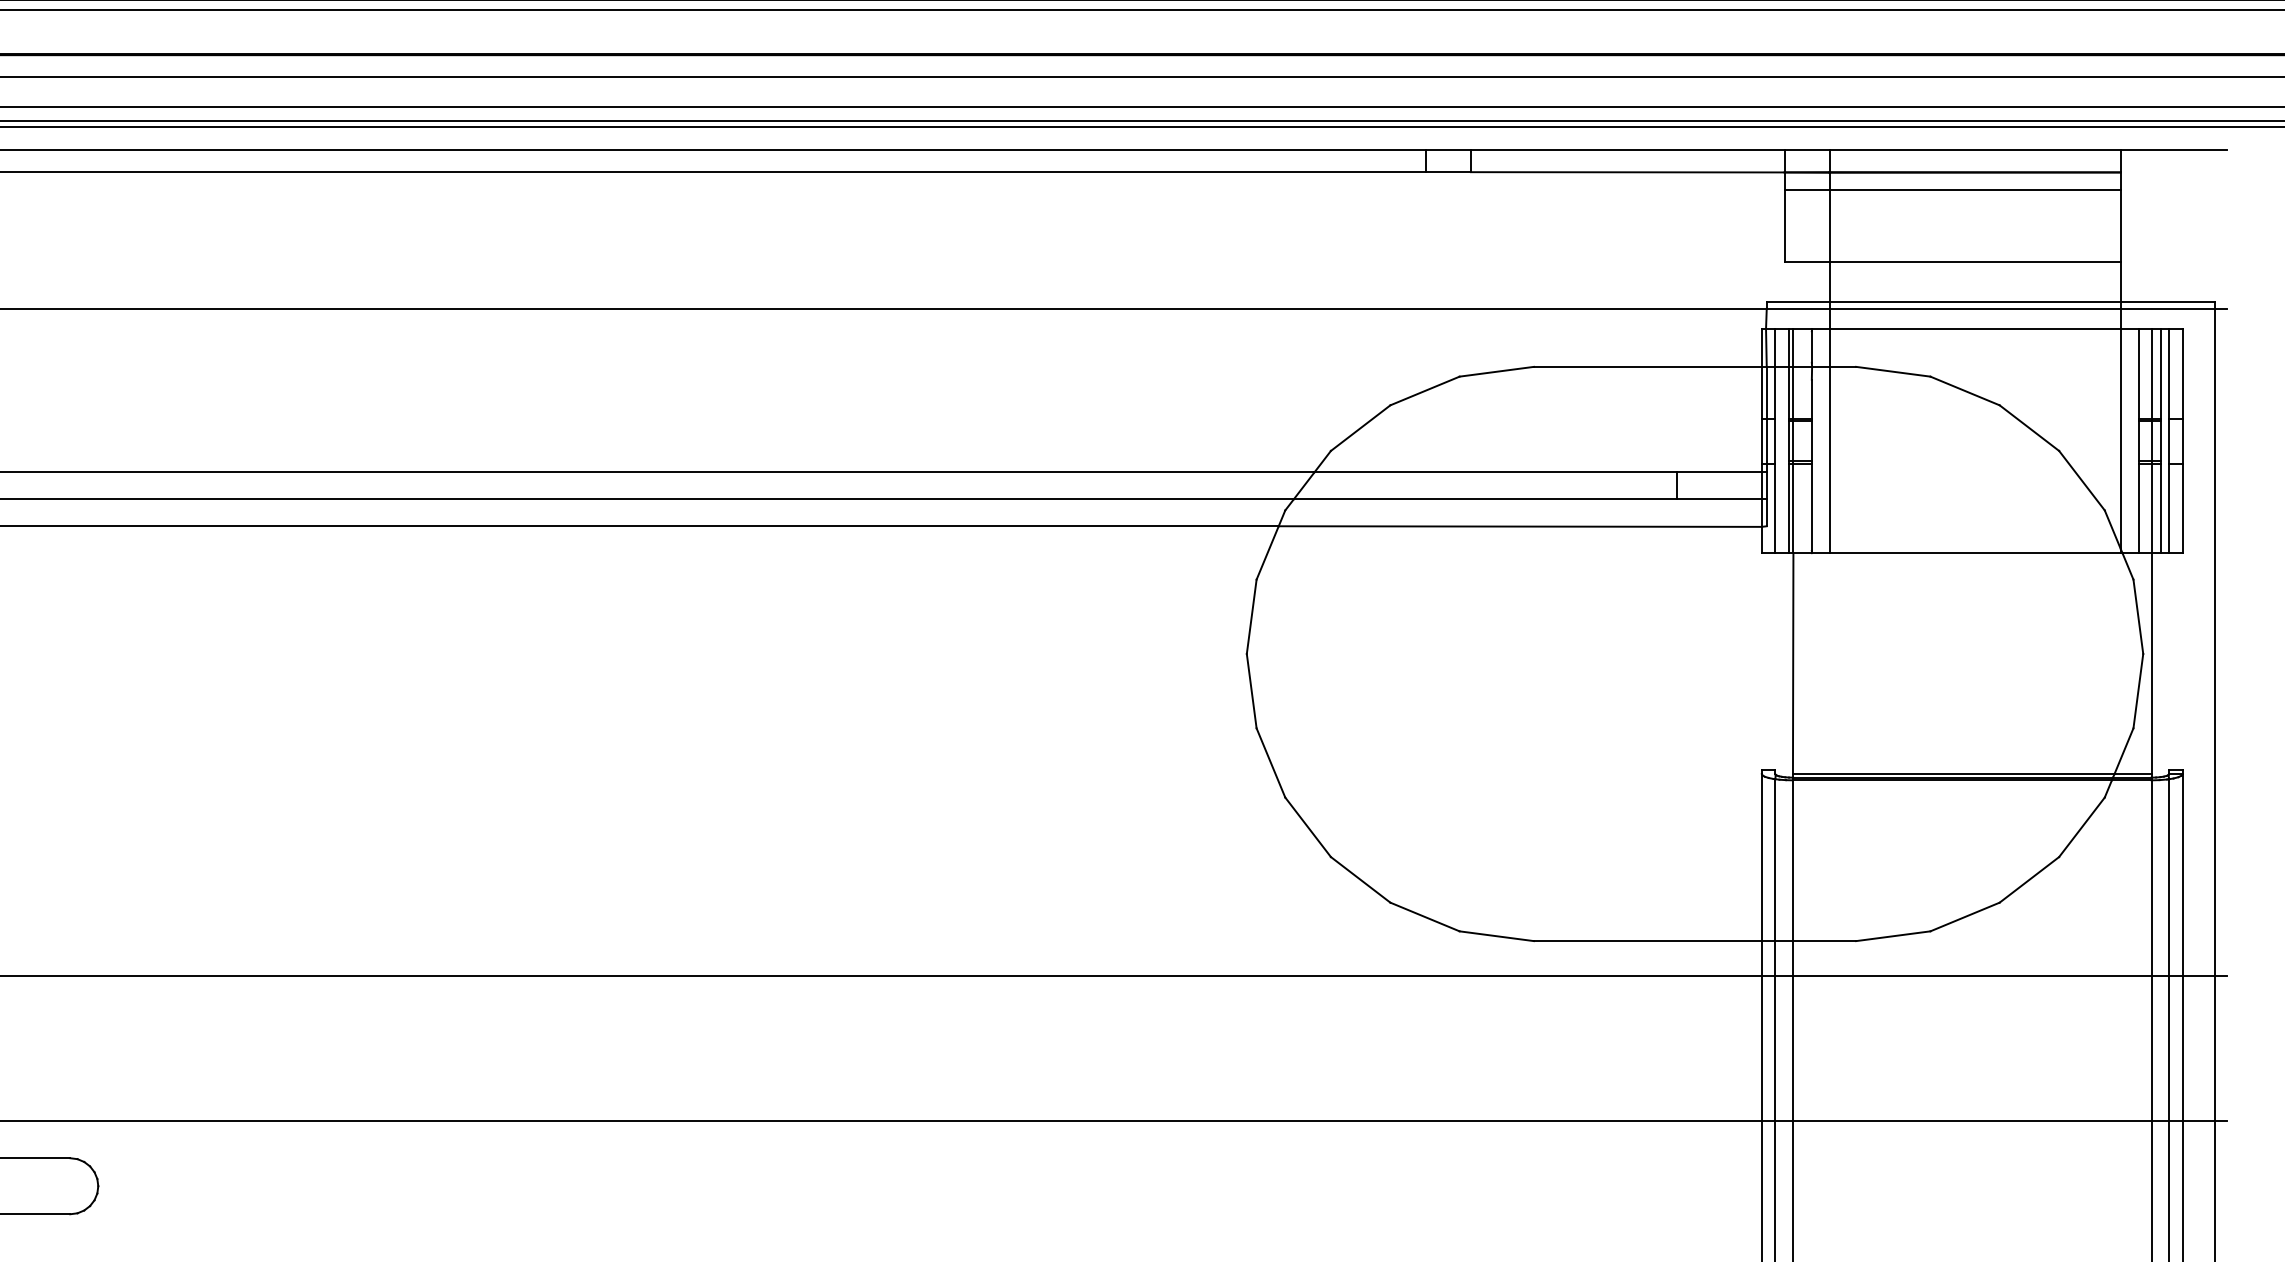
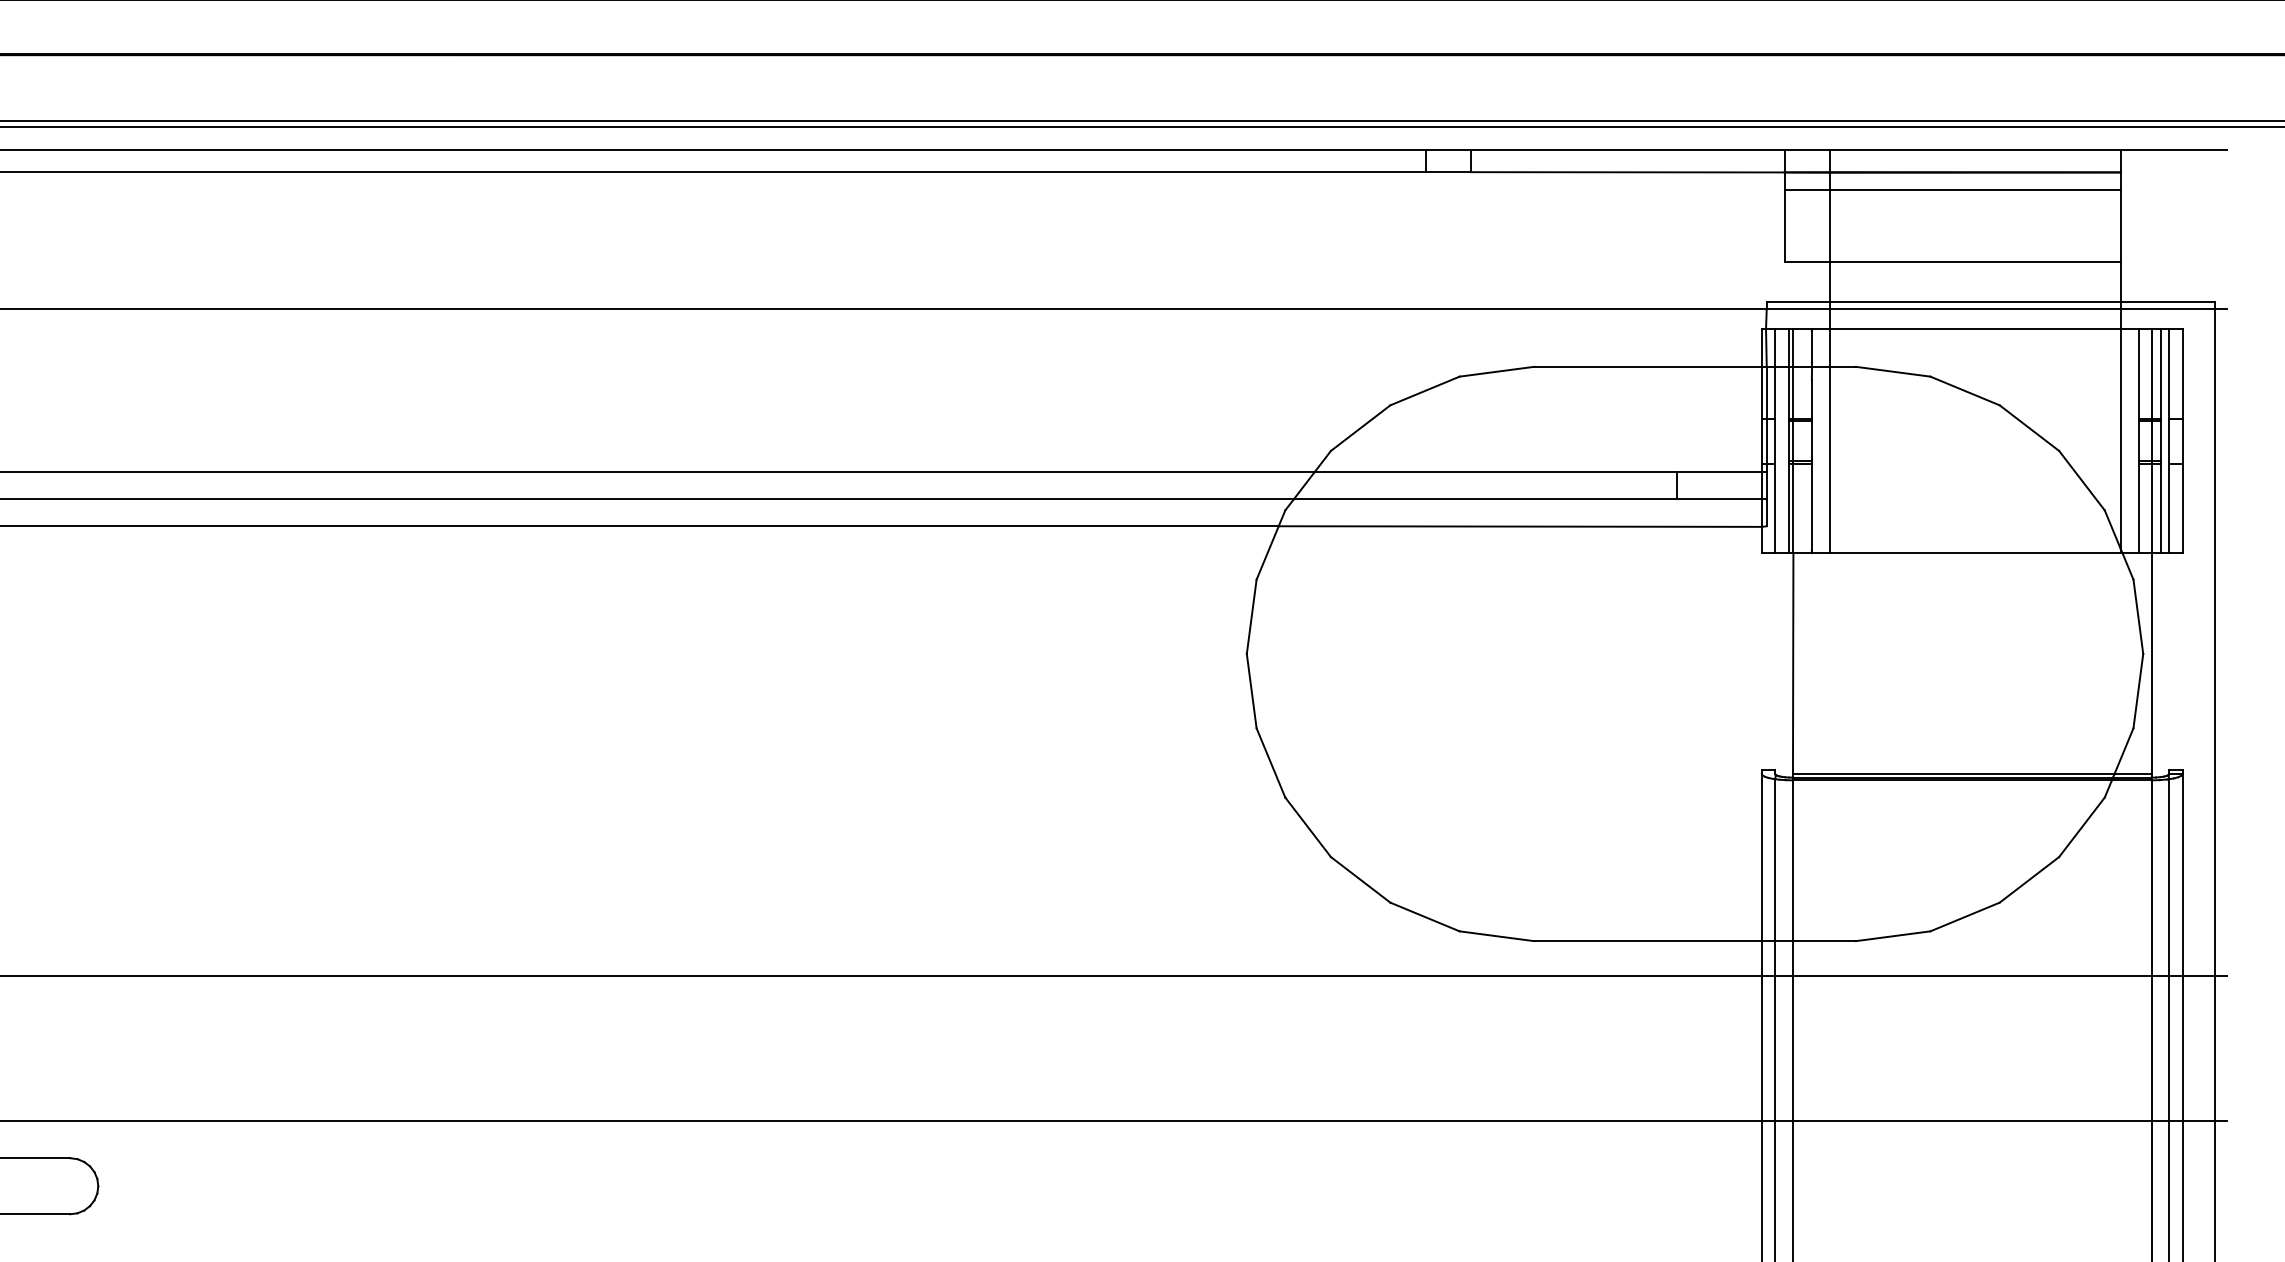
line at (1141, 10): present -> none
line at (1141, 77): present -> none
line at (1141, 106): present -> none
